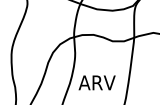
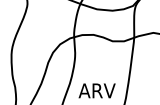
text at (96, 82) position: (96, 82) -> (96, 90)
